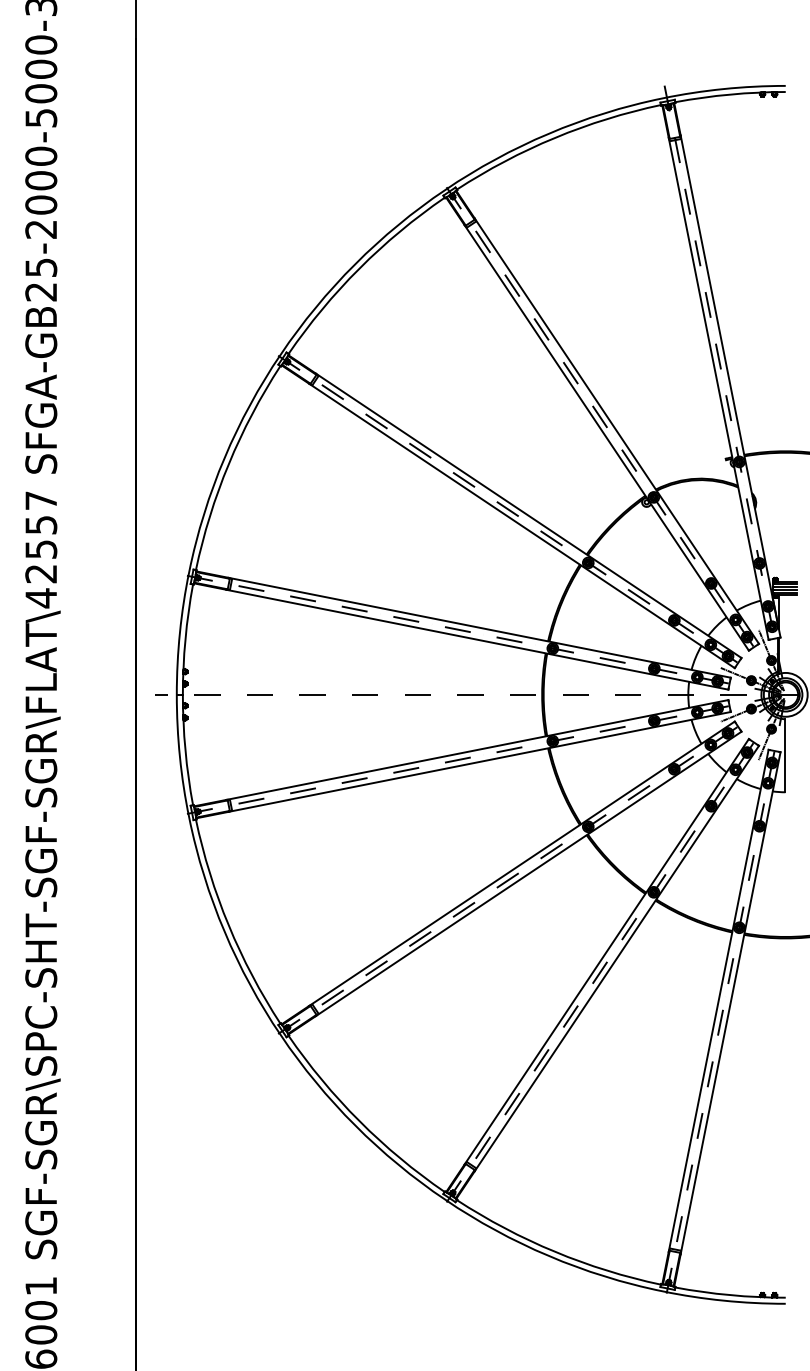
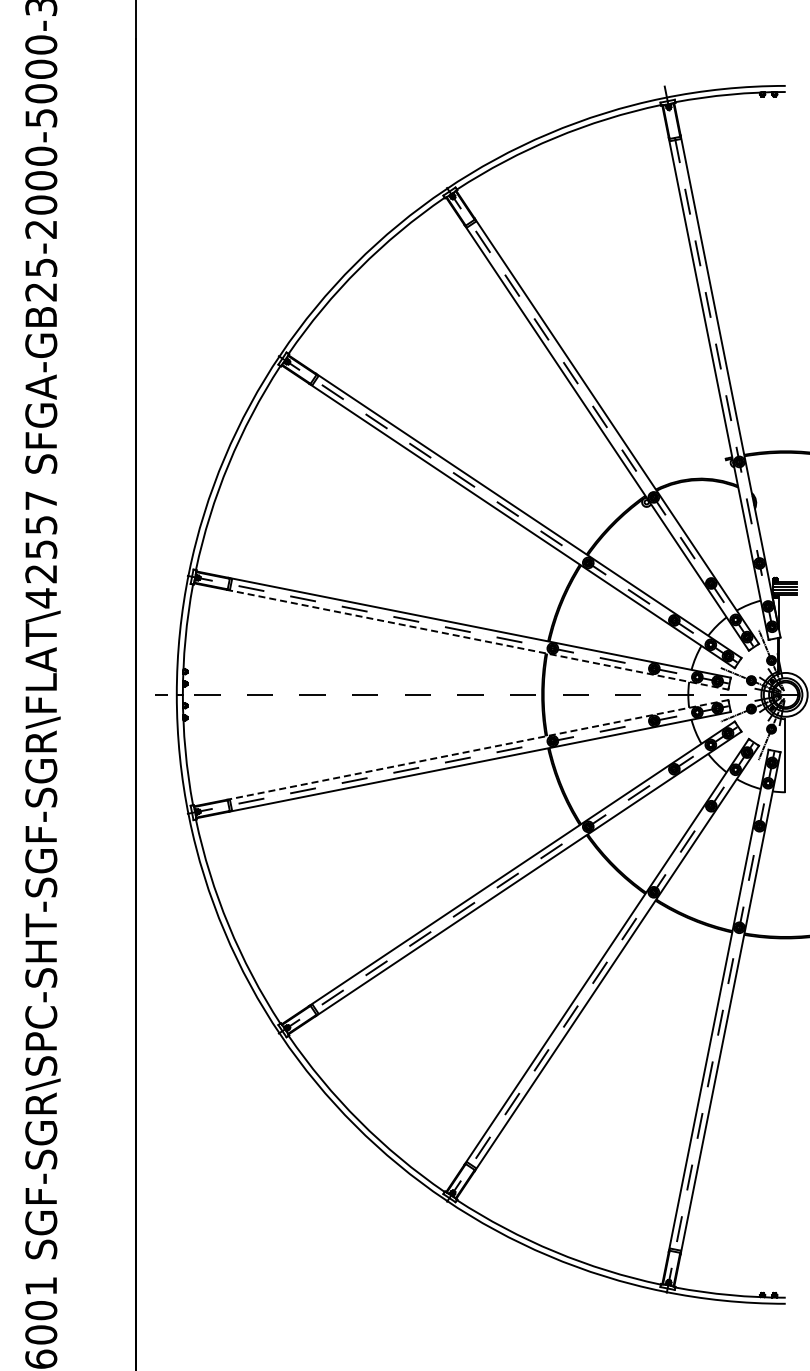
line at (477, 639): solid -> dashed
line at (476, 750): solid -> dashed
